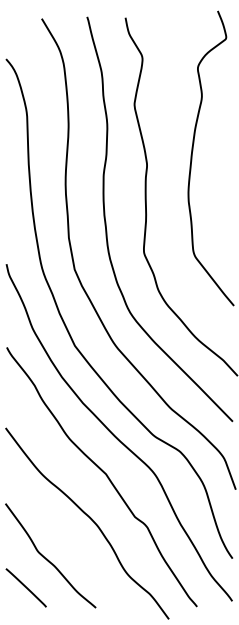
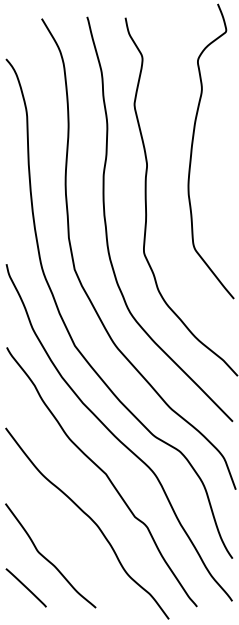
curve at (192, 158) position: (192, 158) -> (192, 151)
